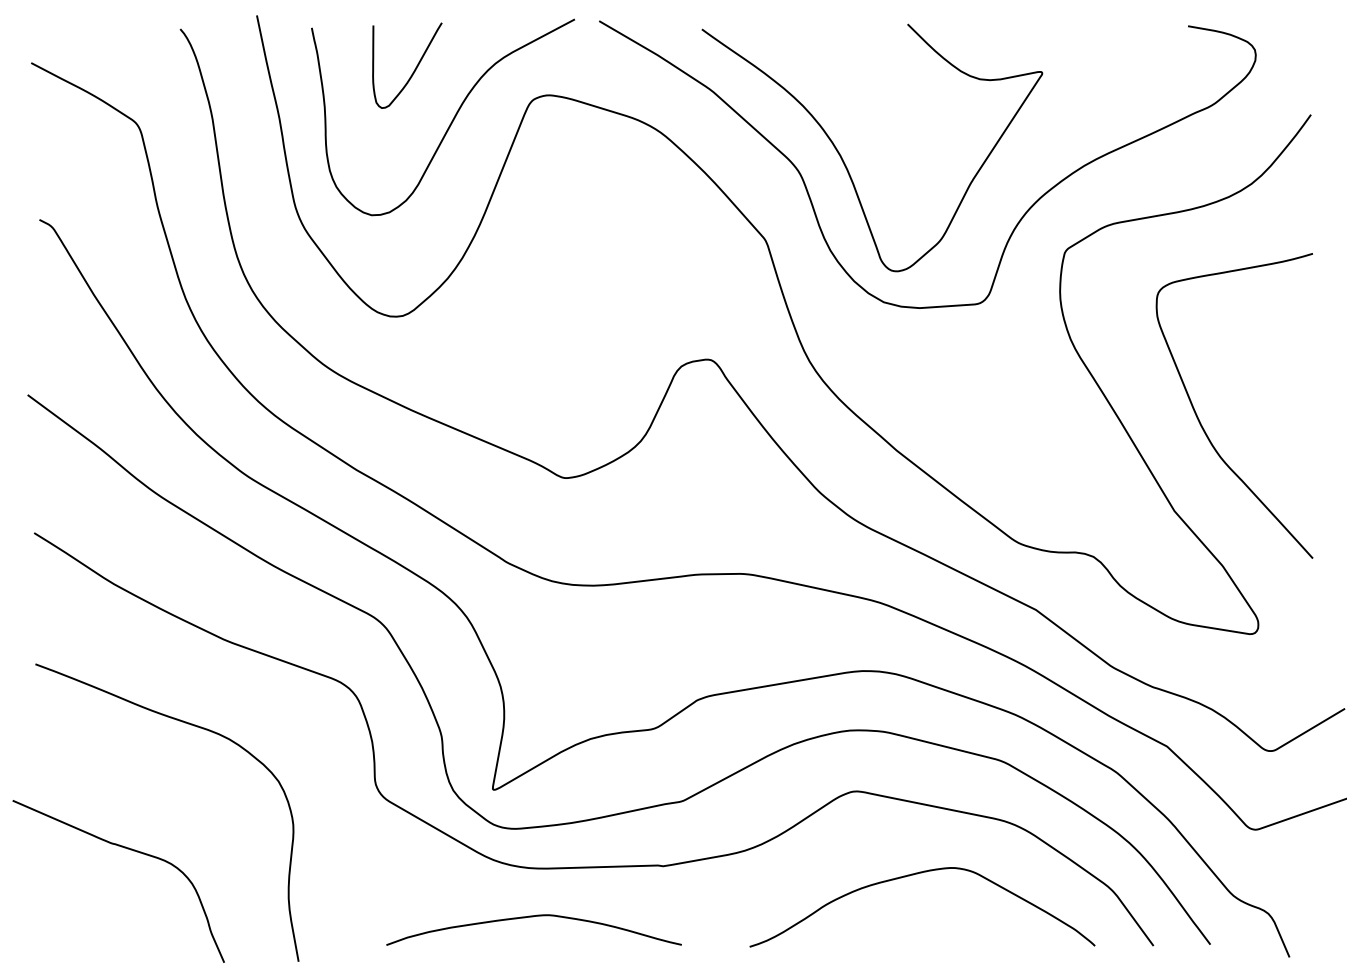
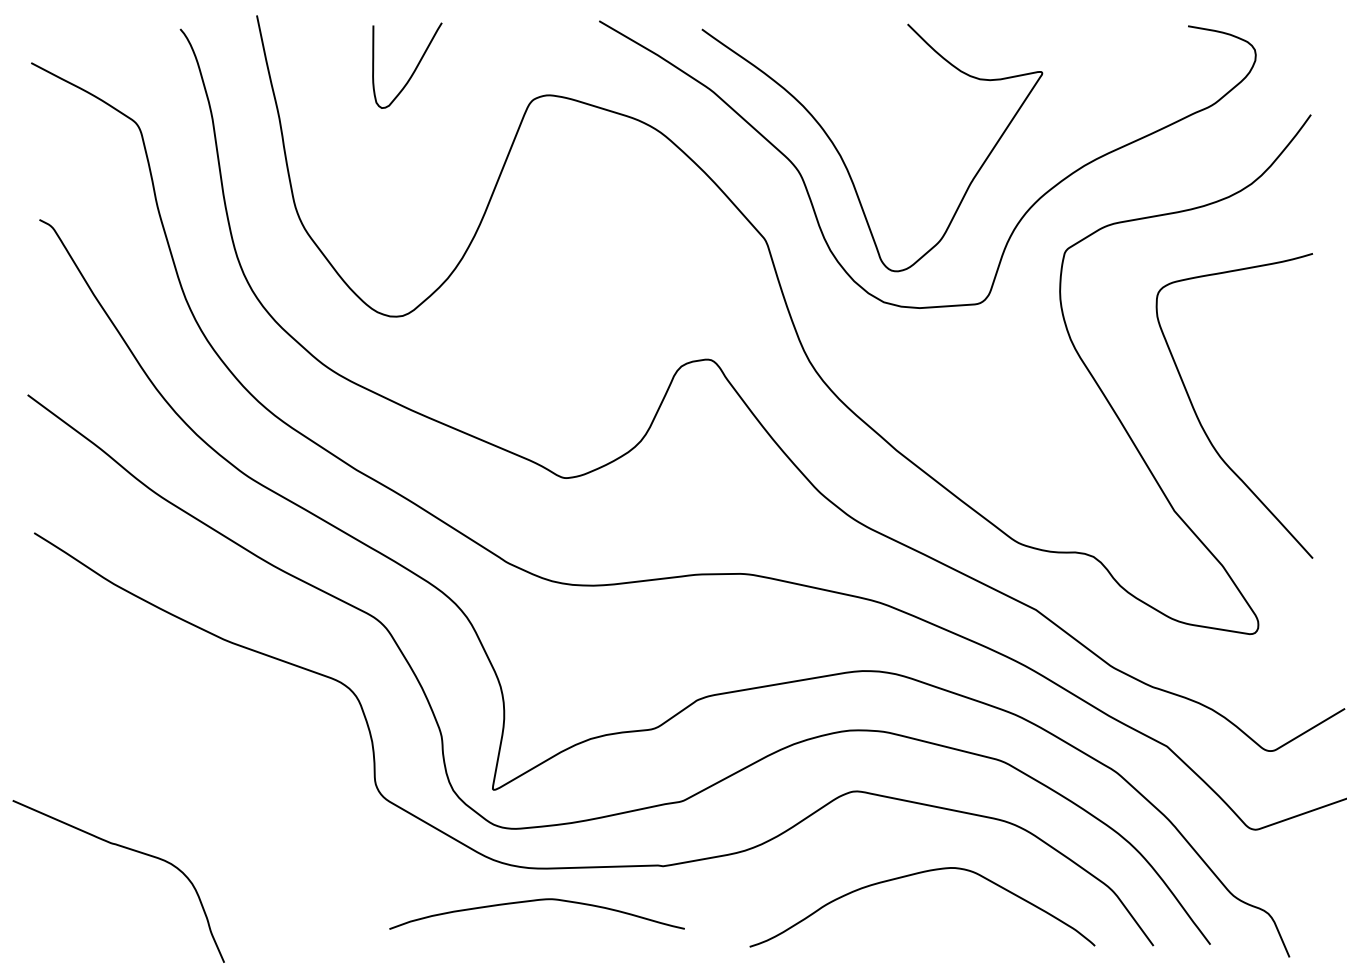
curve at (450, 122): present -> none
curve at (194, 726): present -> none
curve at (533, 917) position: (533, 917) -> (536, 901)
